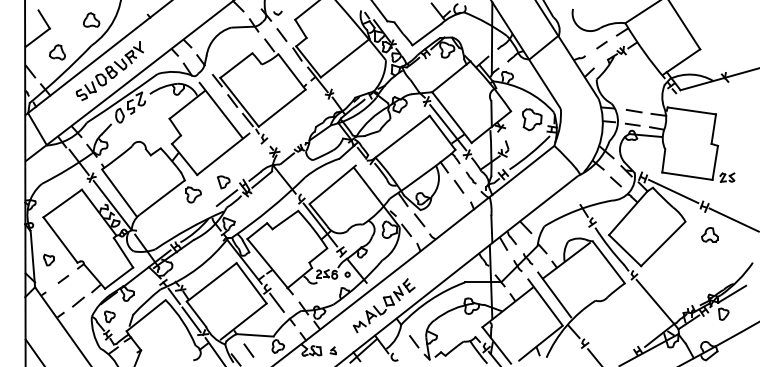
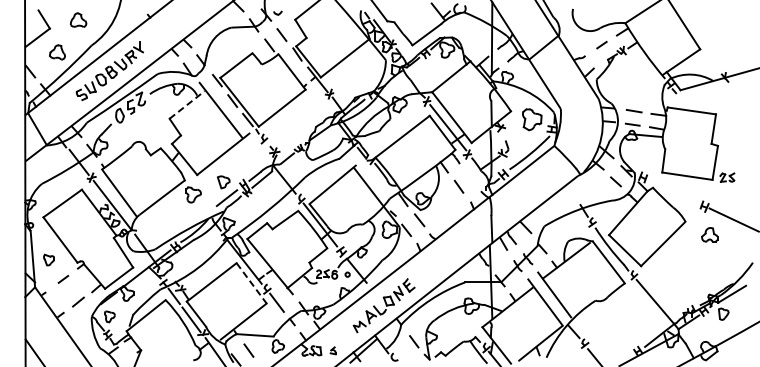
part at (91, 19) position: (91, 19) -> (78, 19)
line at (187, 104): solid -> dashed
part at (470, 177): present -> none
line at (673, 191): present -> none
line at (251, 283): solid -> dashed
